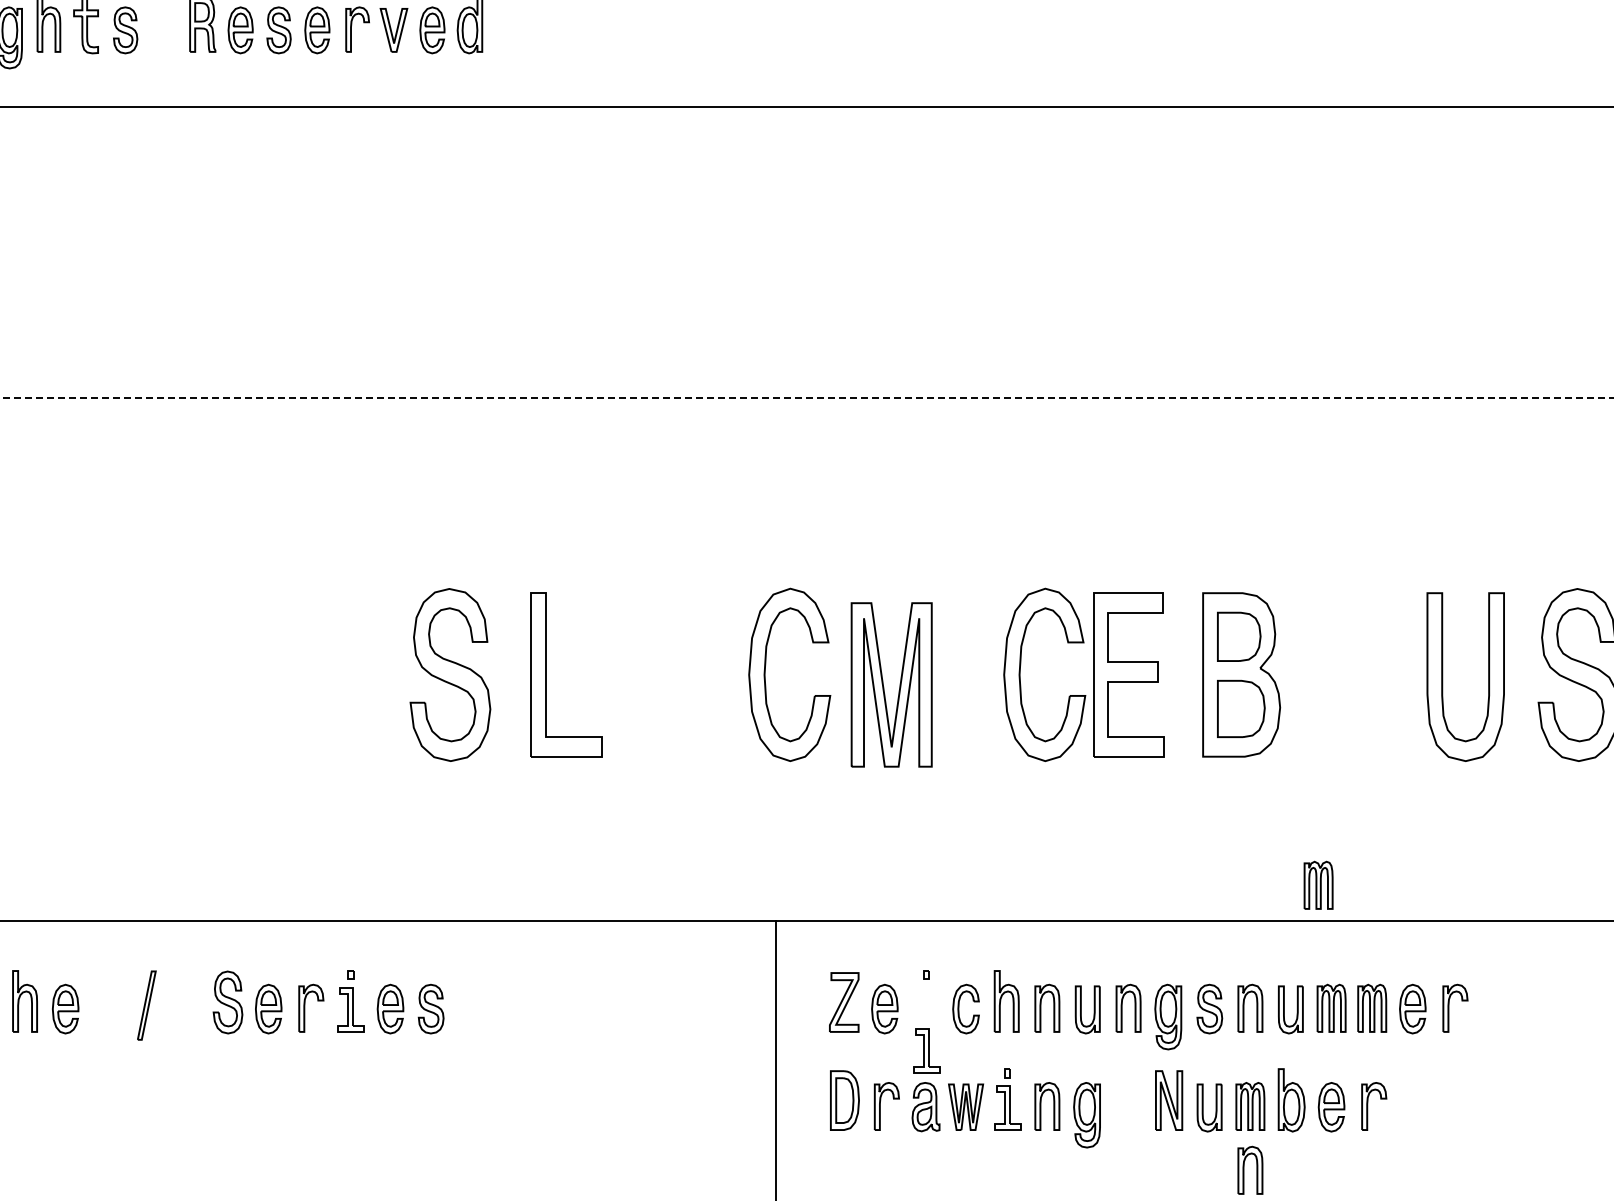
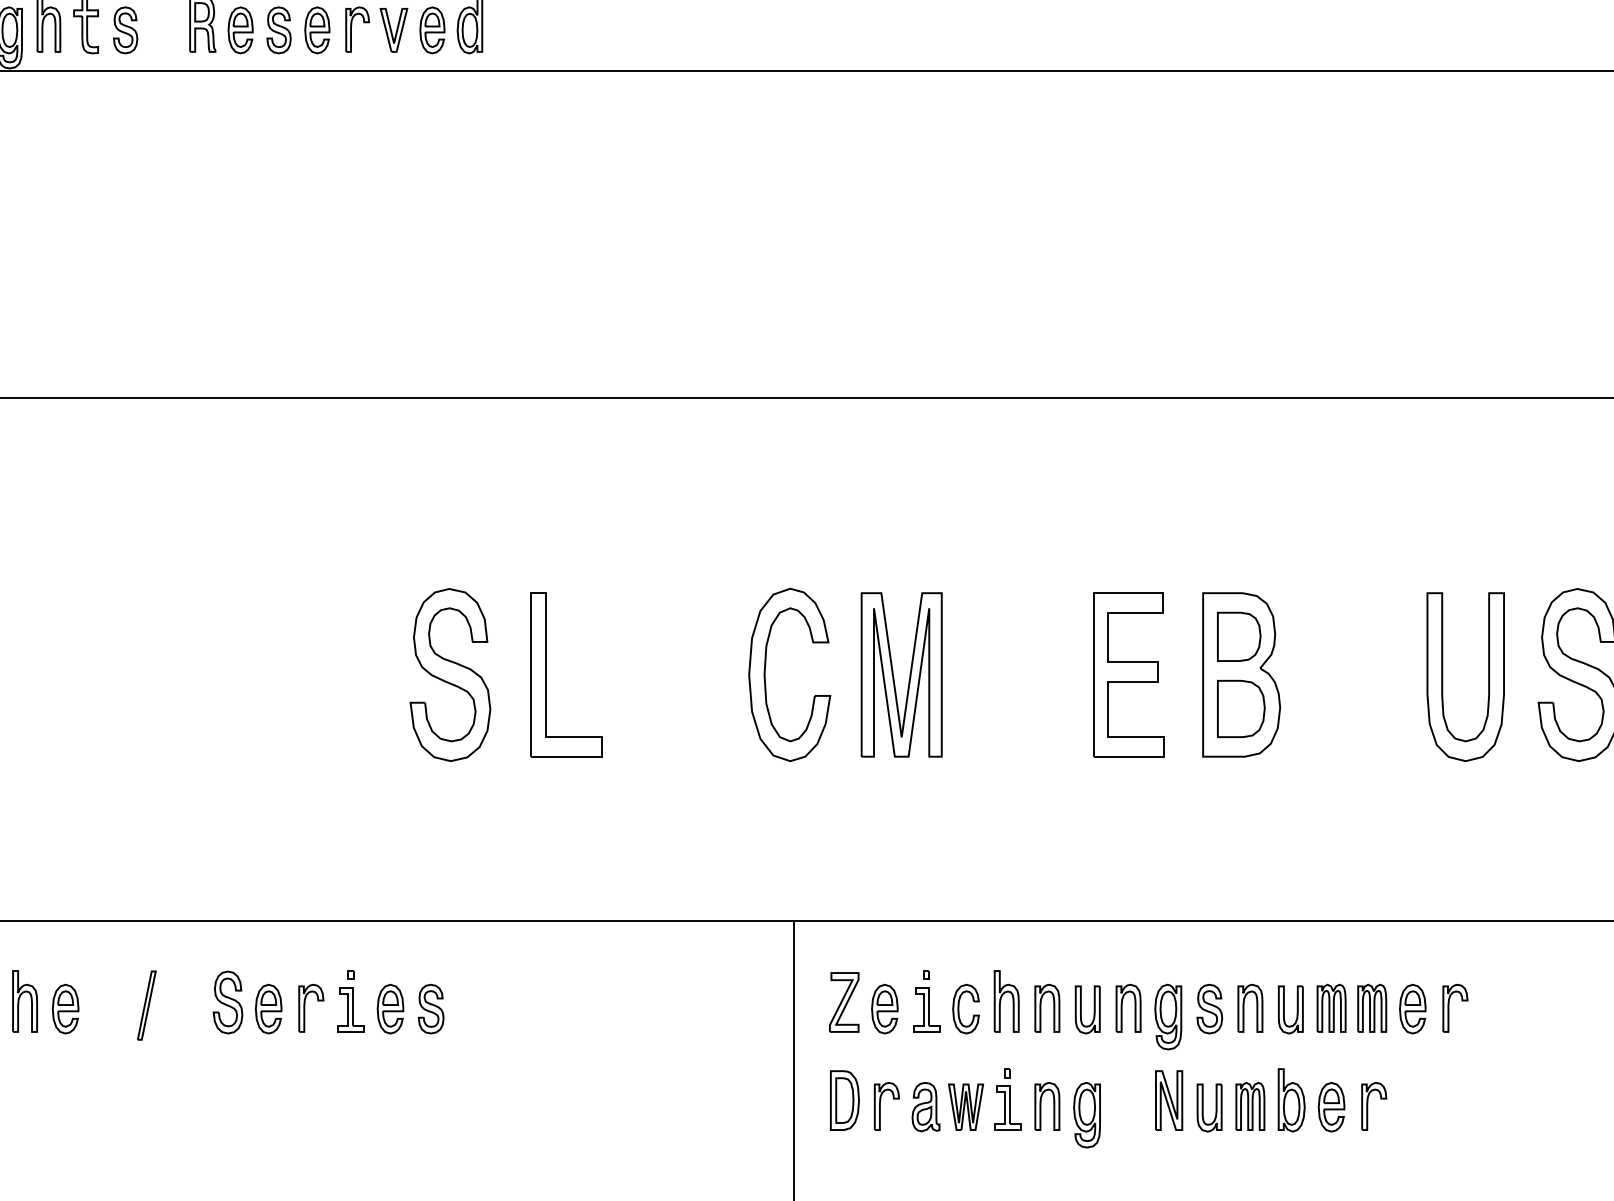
line at (806, 106) position: (806, 106) -> (806, 70)
line at (806, 397): dashed -> solid
part at (1020, 674): present -> none
part at (884, 687) position: (884, 687) -> (894, 677)
part at (1318, 884): present -> none
part at (926, 1050) position: (926, 1050) -> (926, 1009)
line at (776, 1059) position: (776, 1059) -> (794, 1059)
part at (1250, 1169): present -> none
